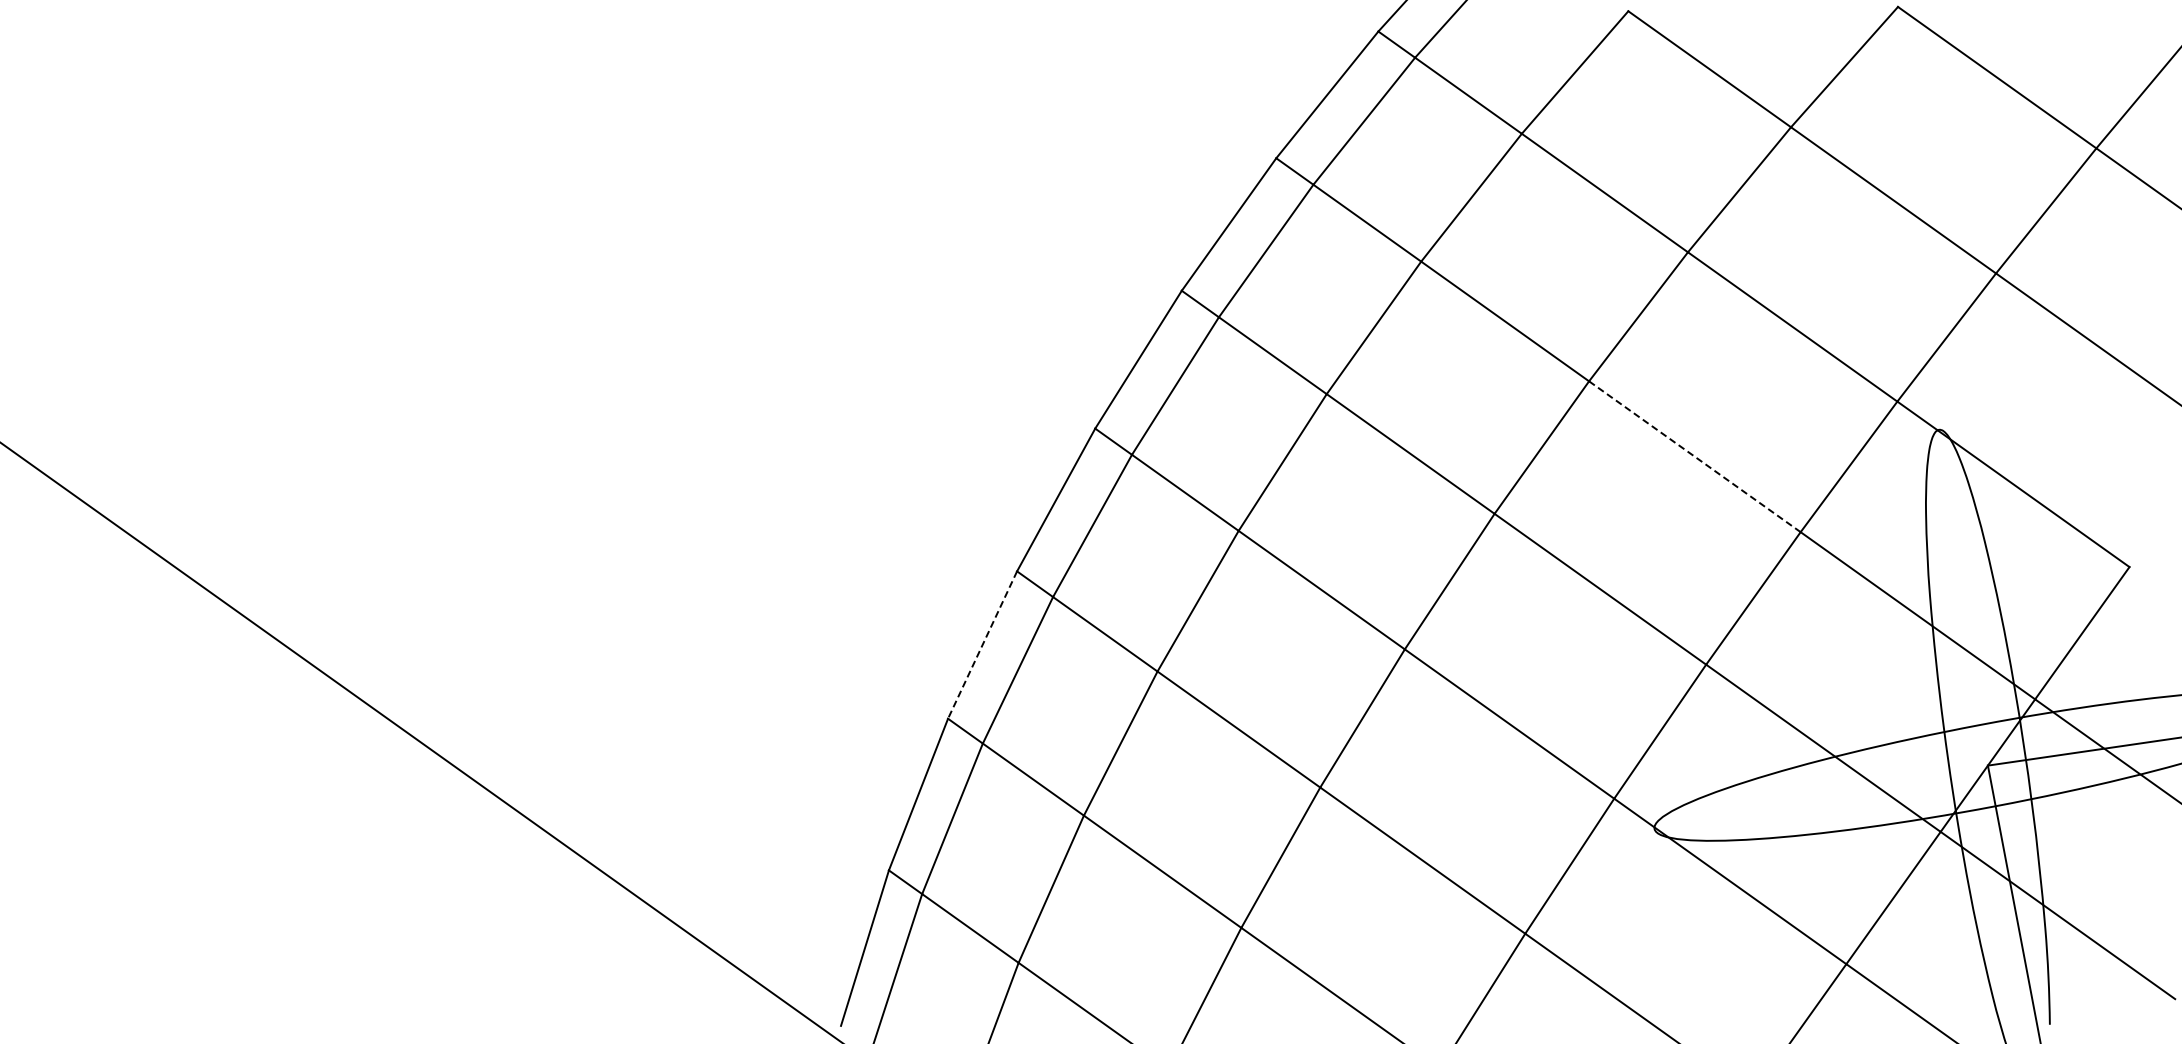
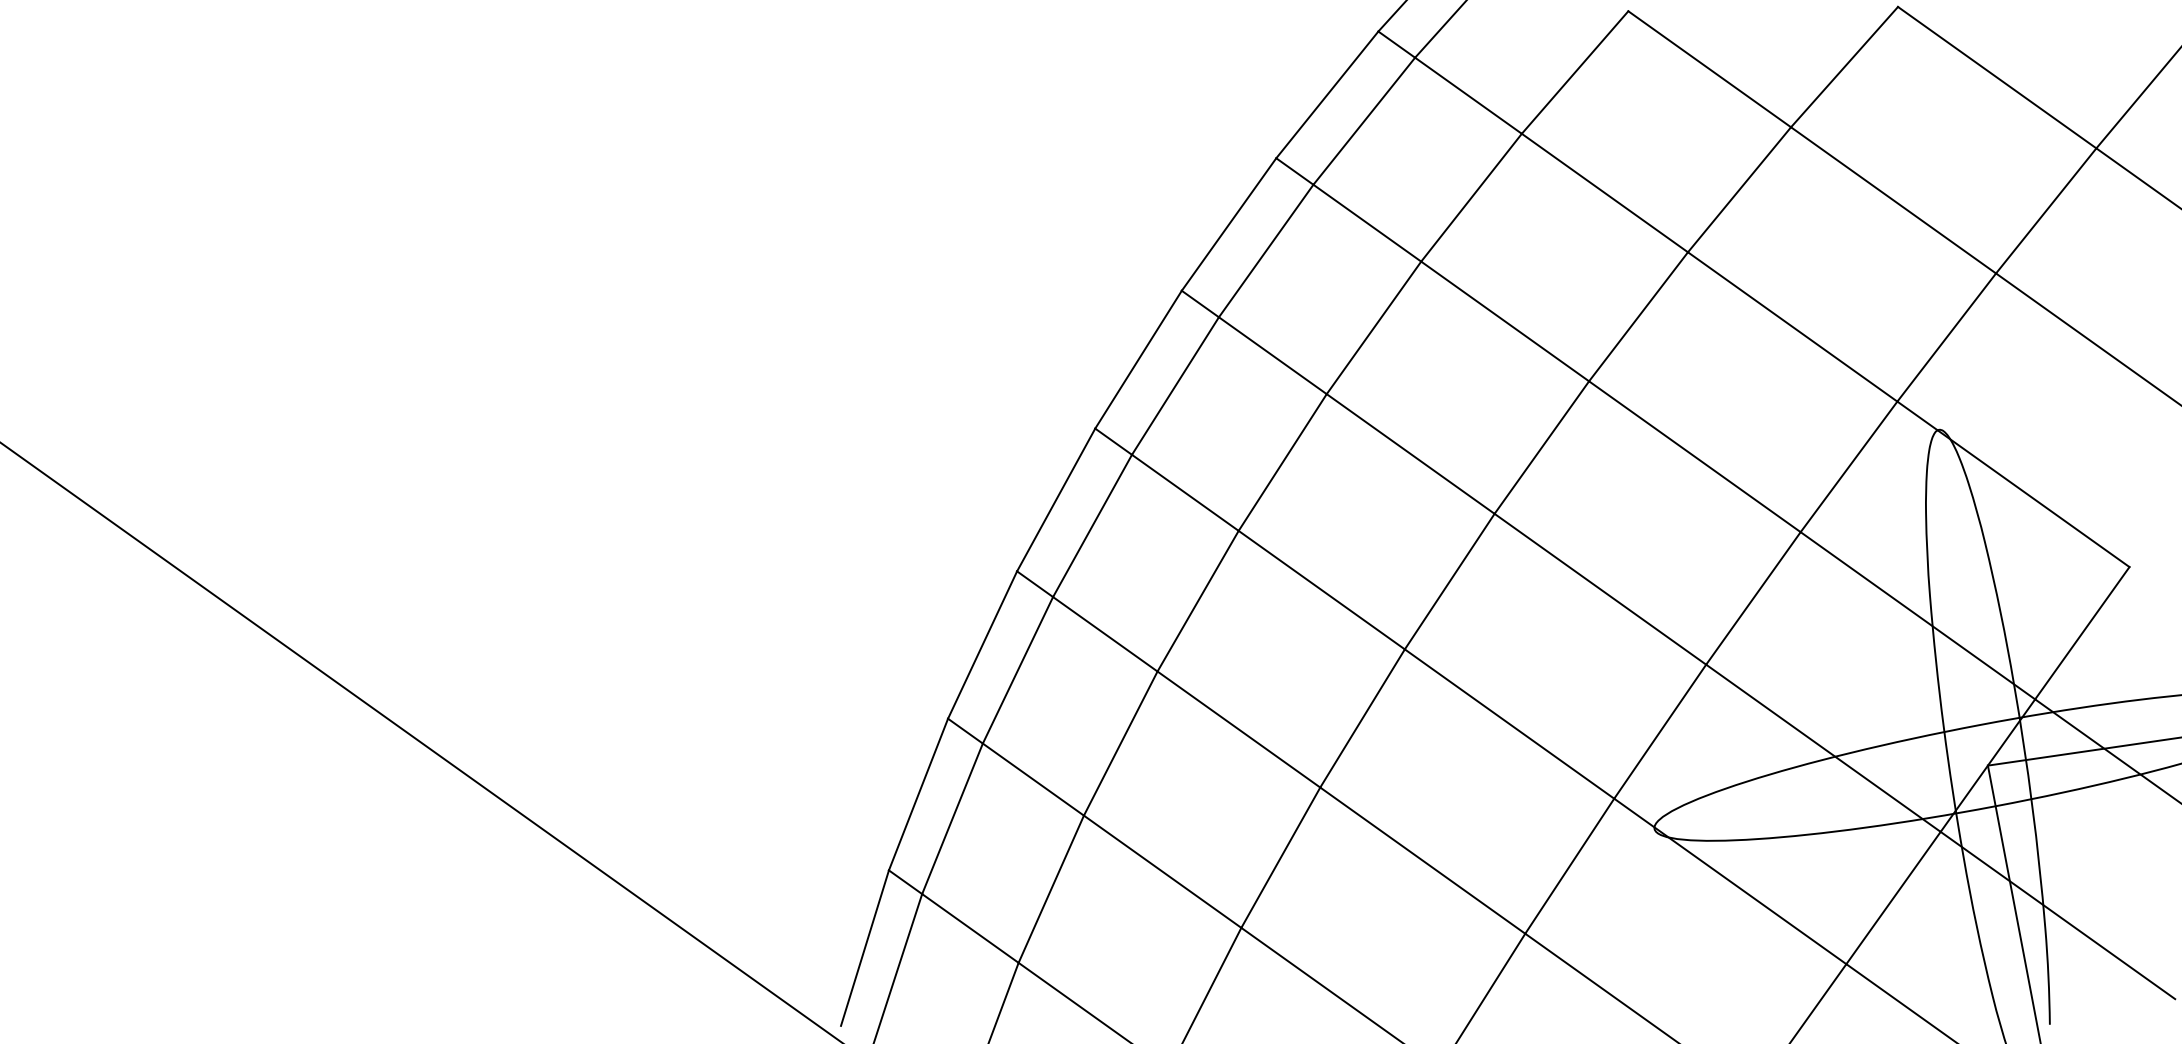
line at (1694, 456): dashed -> solid
line at (982, 645): dashed -> solid
